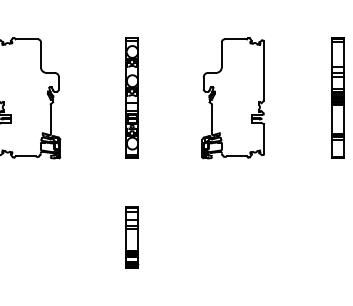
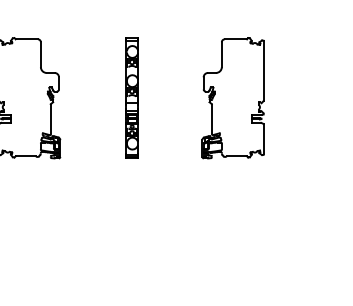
part at (337, 97): present -> none
part at (132, 237): present -> none
